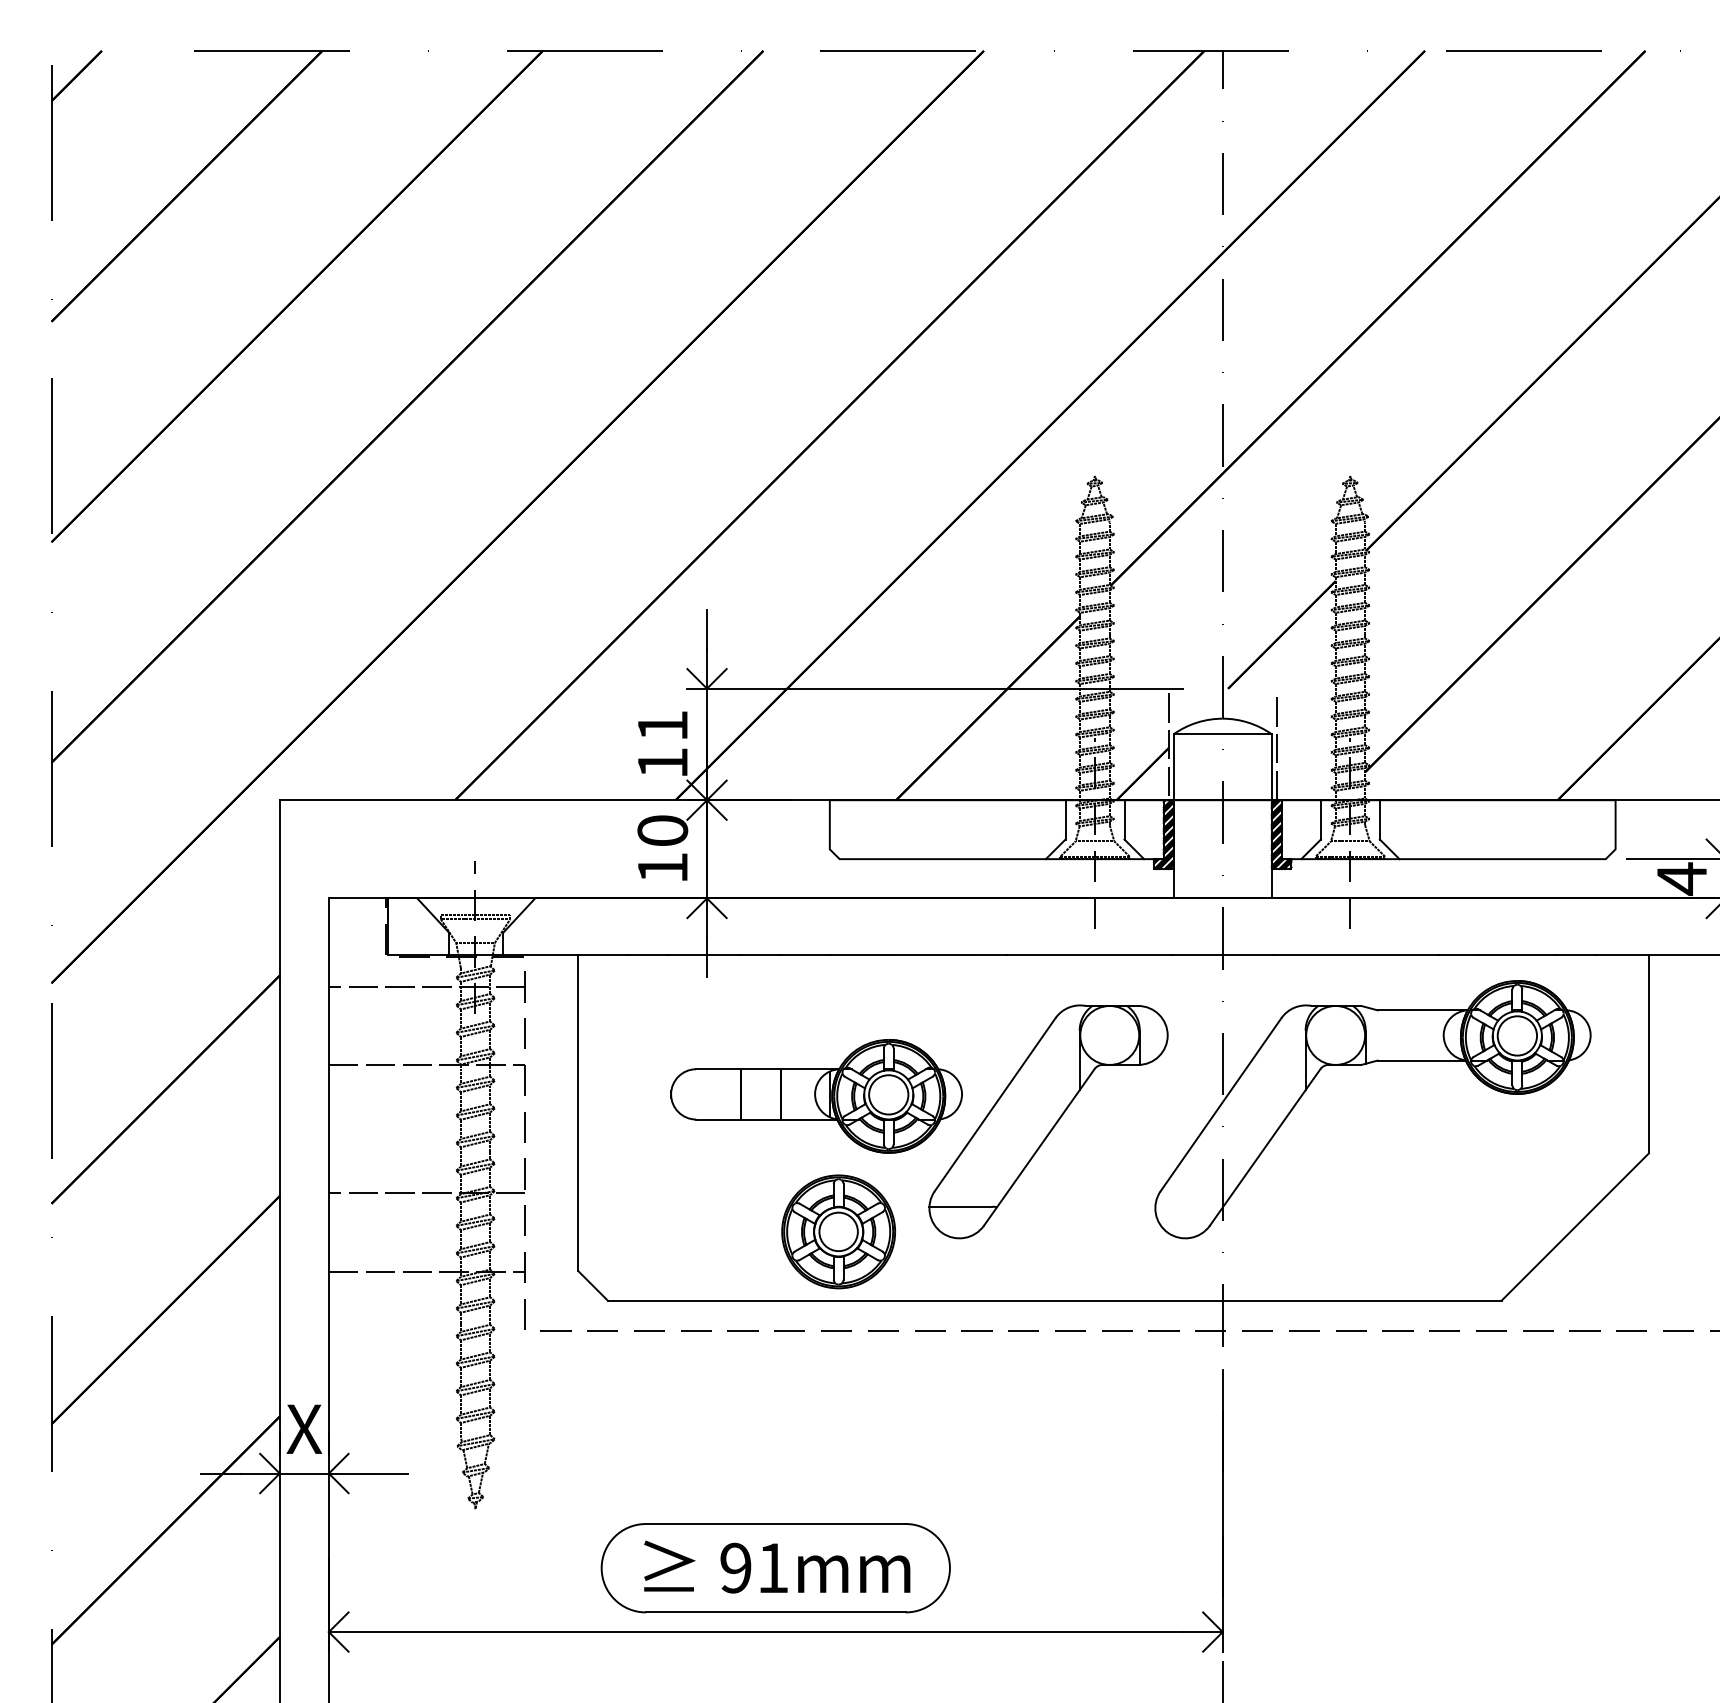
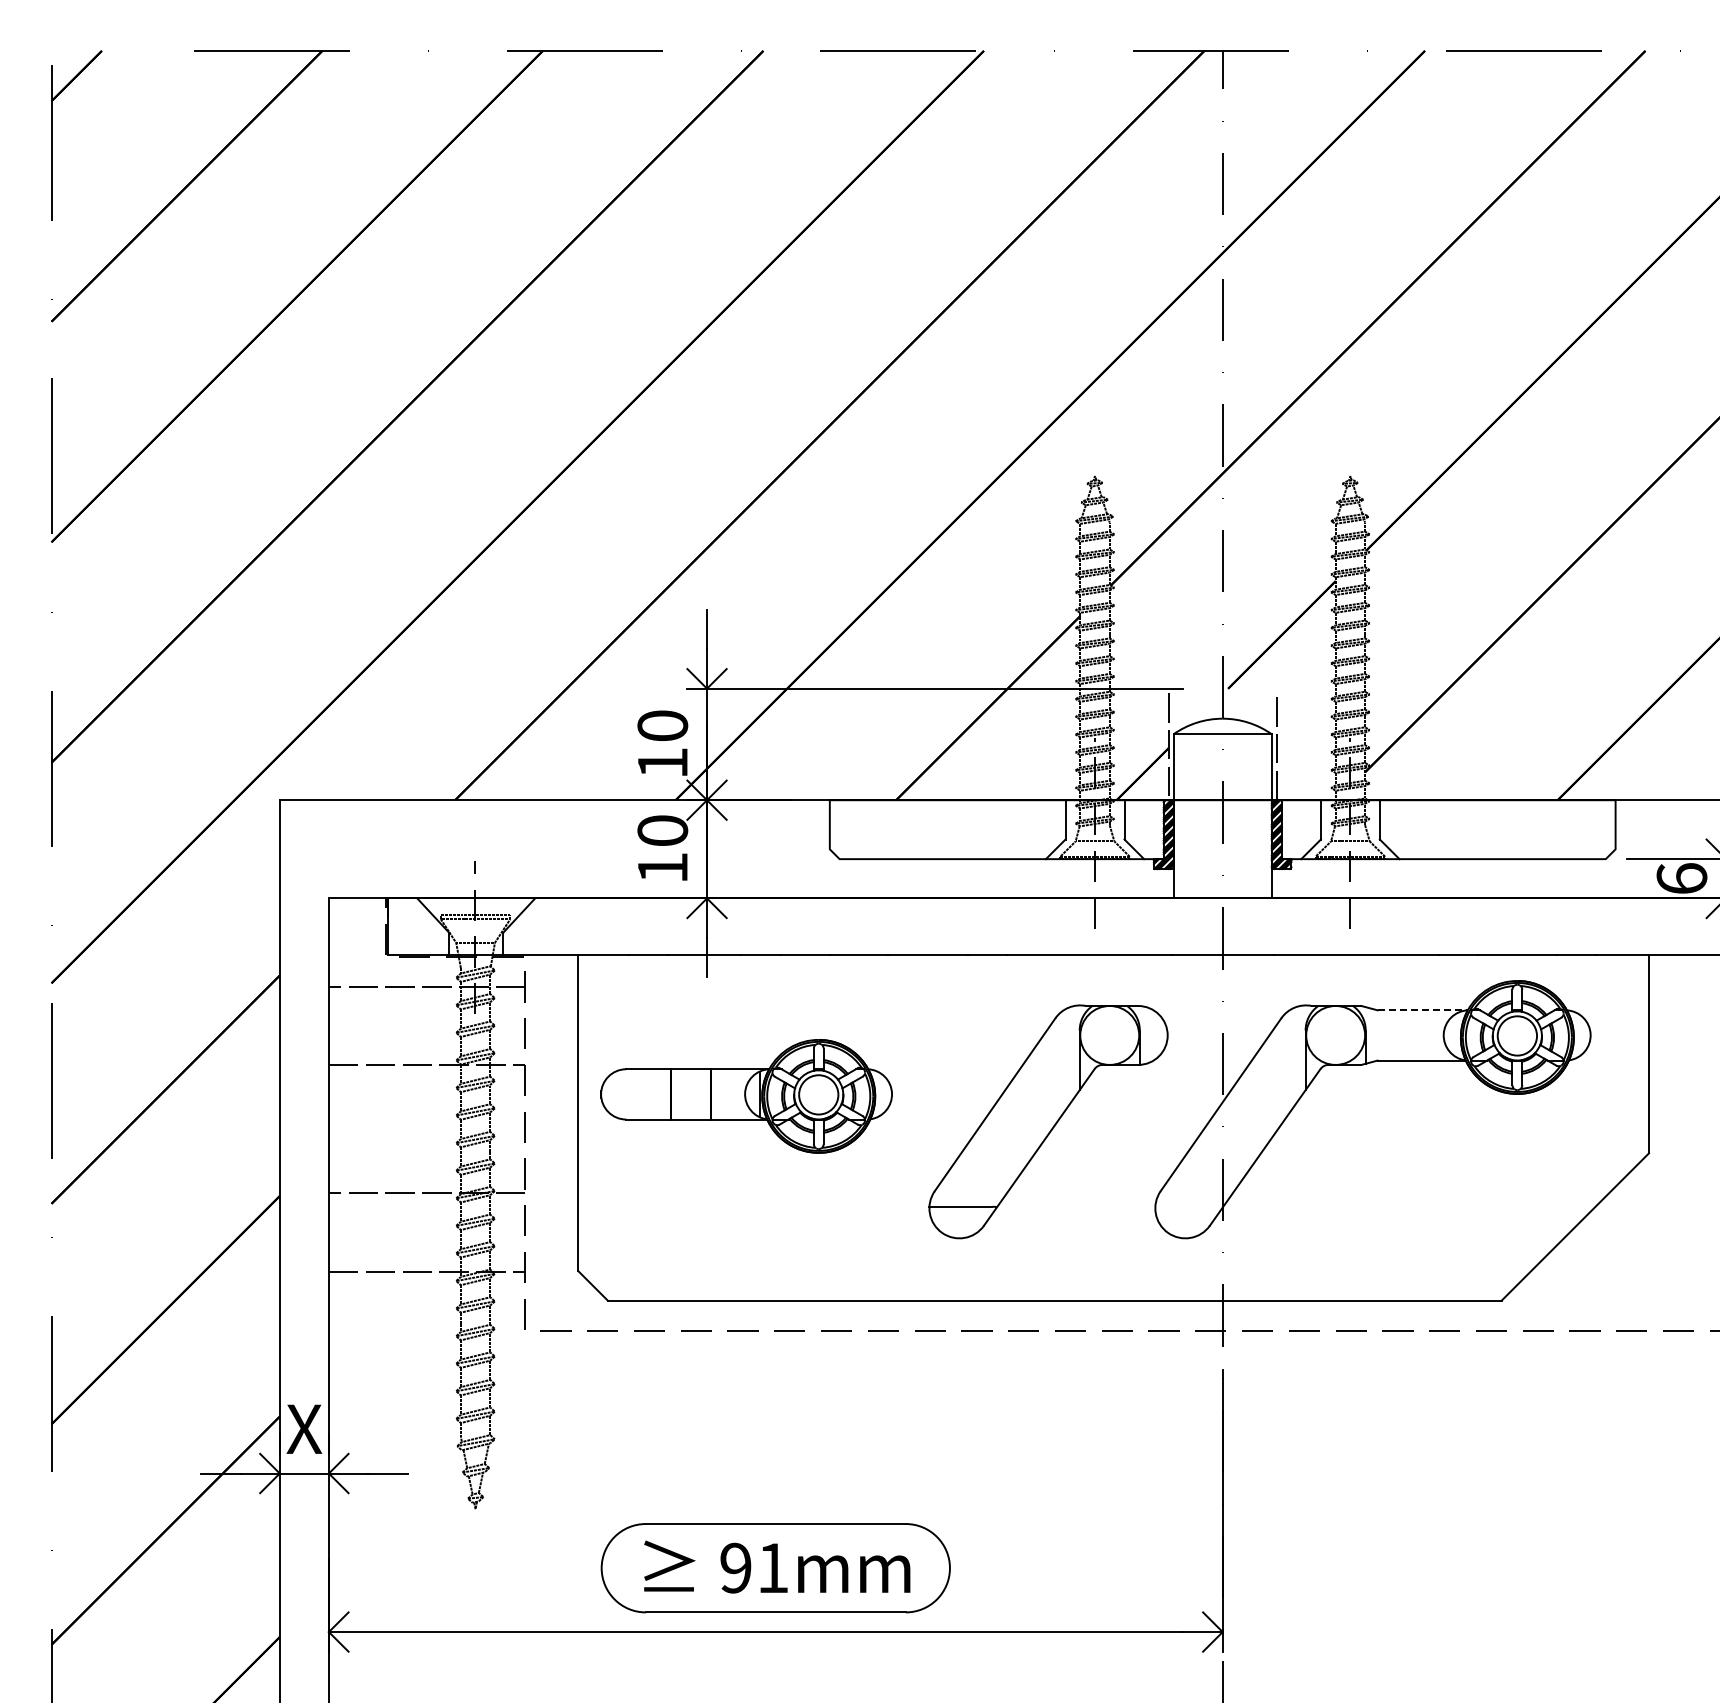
text at (662, 725): 11 -> 10
text at (1681, 878): 4 -> 6
line at (1423, 1010): solid -> dashed
part at (816, 1096) position: (816, 1096) -> (746, 1096)
part at (838, 1231): present -> none
